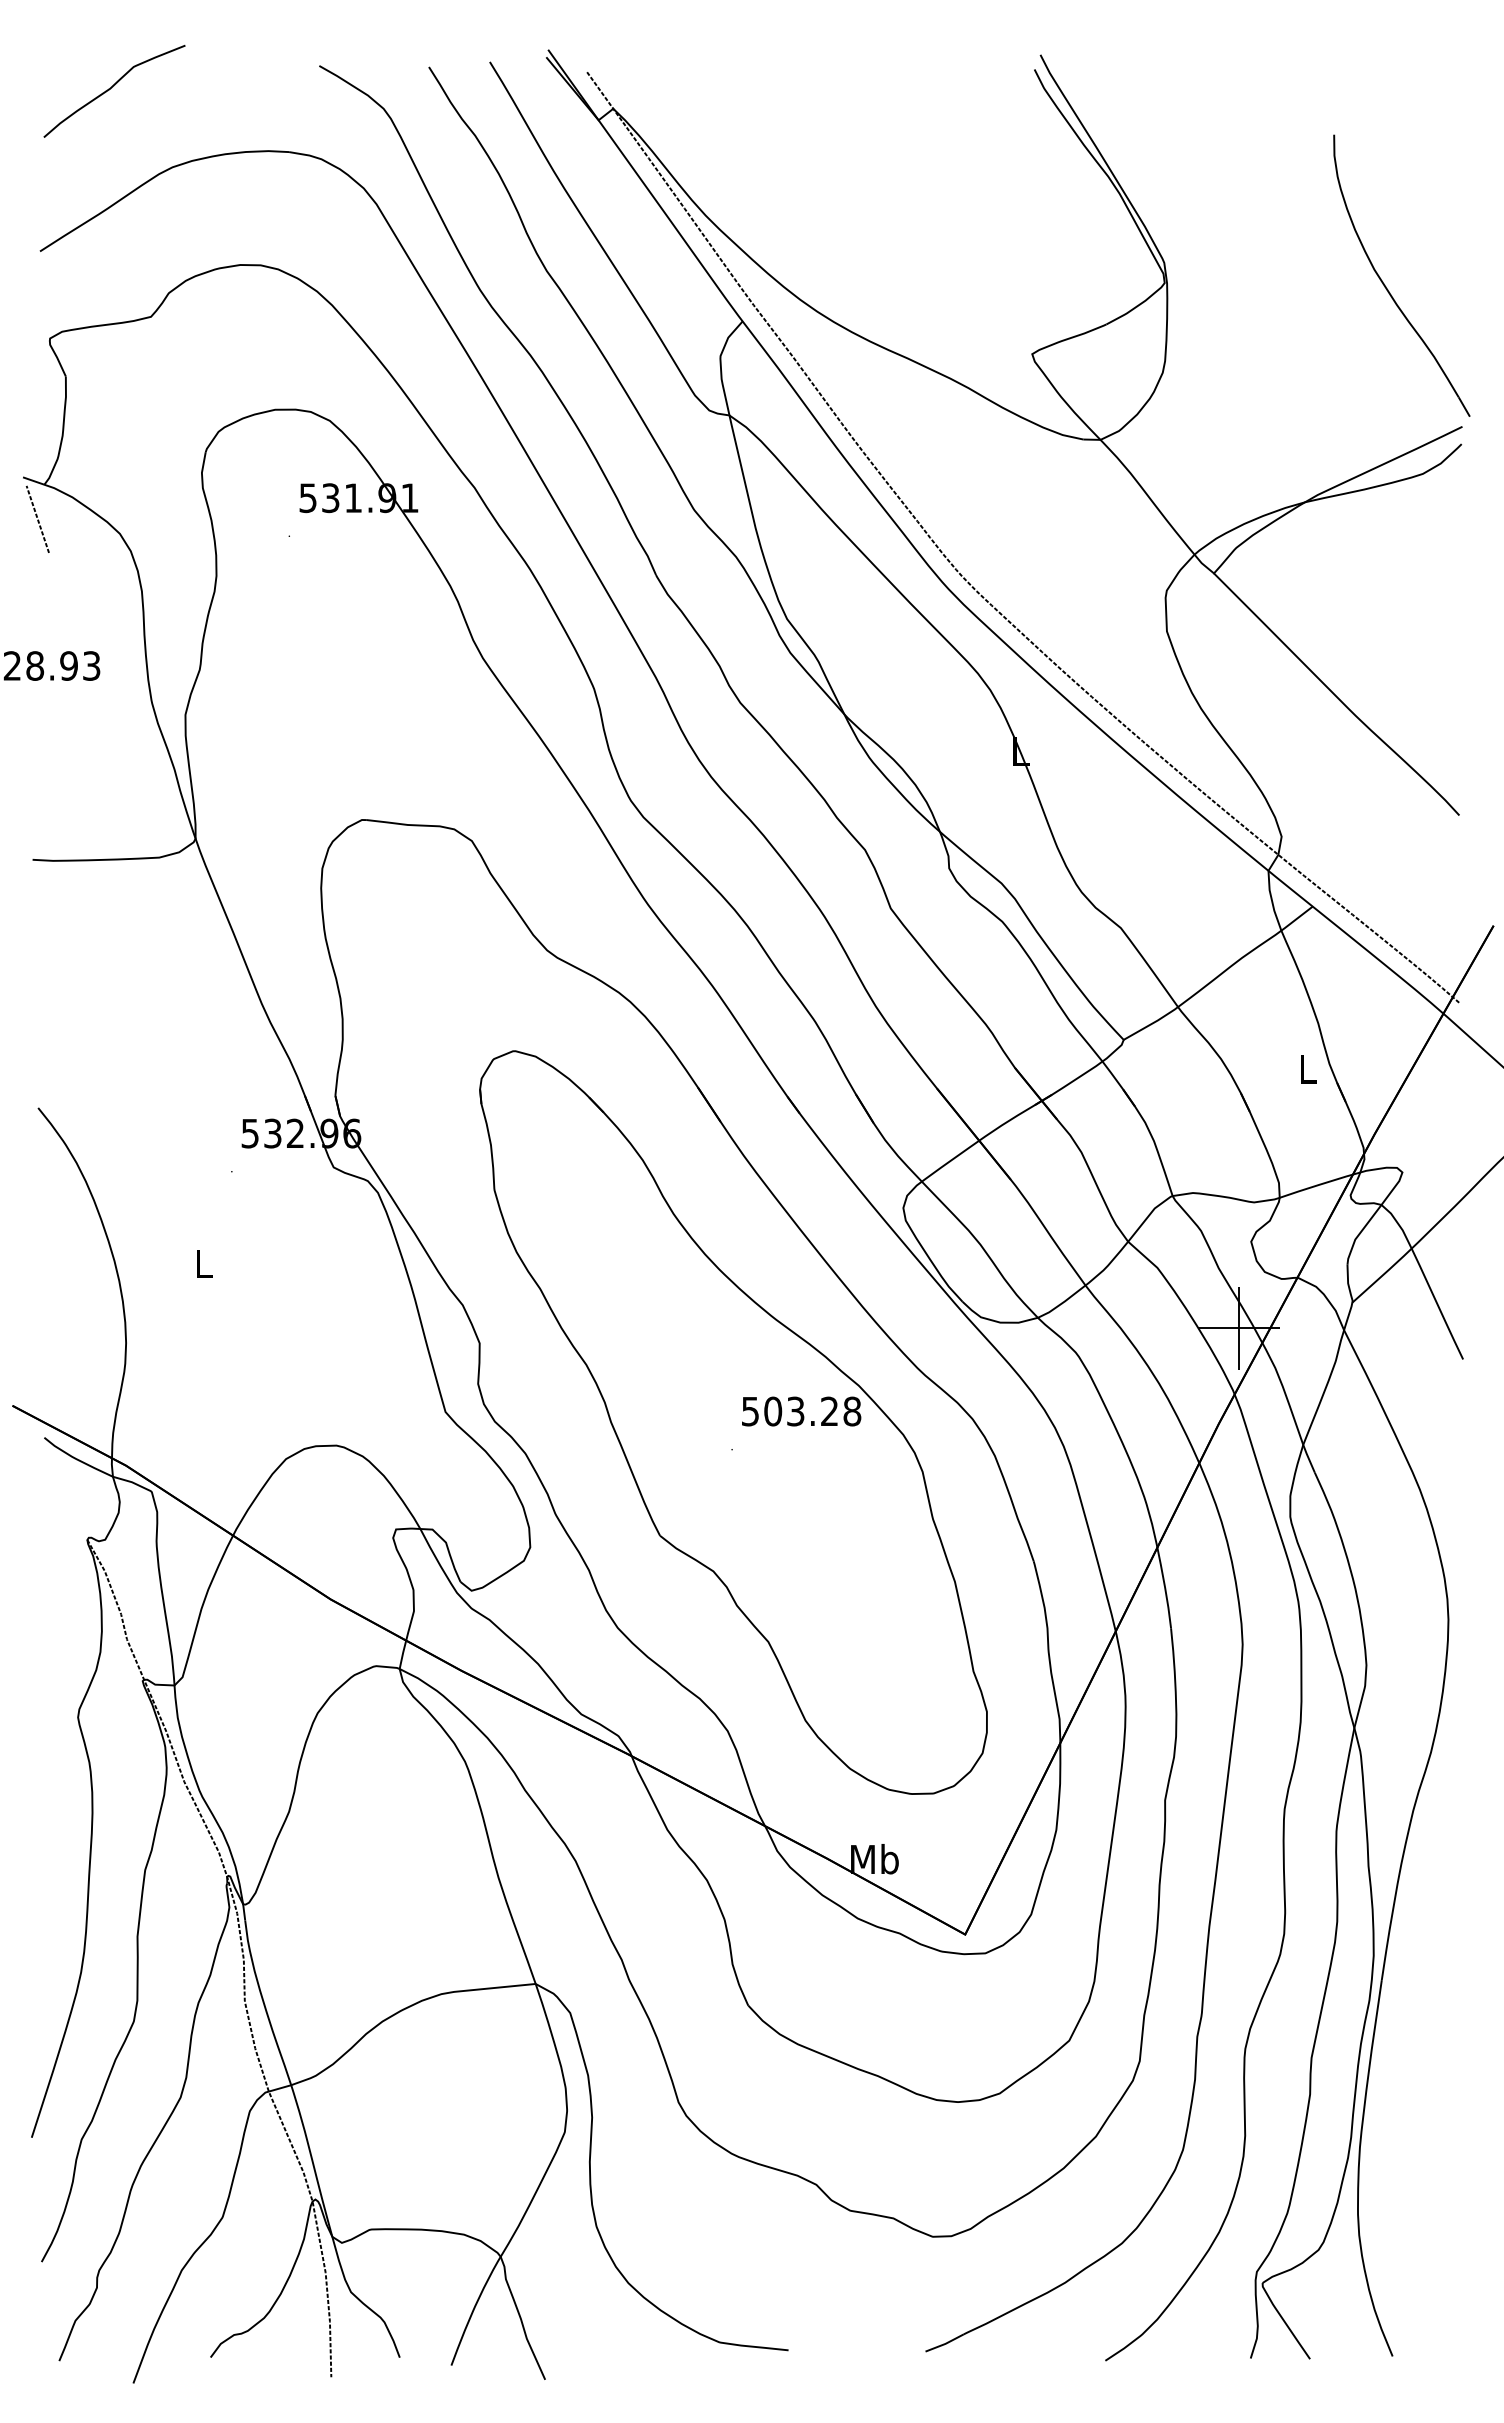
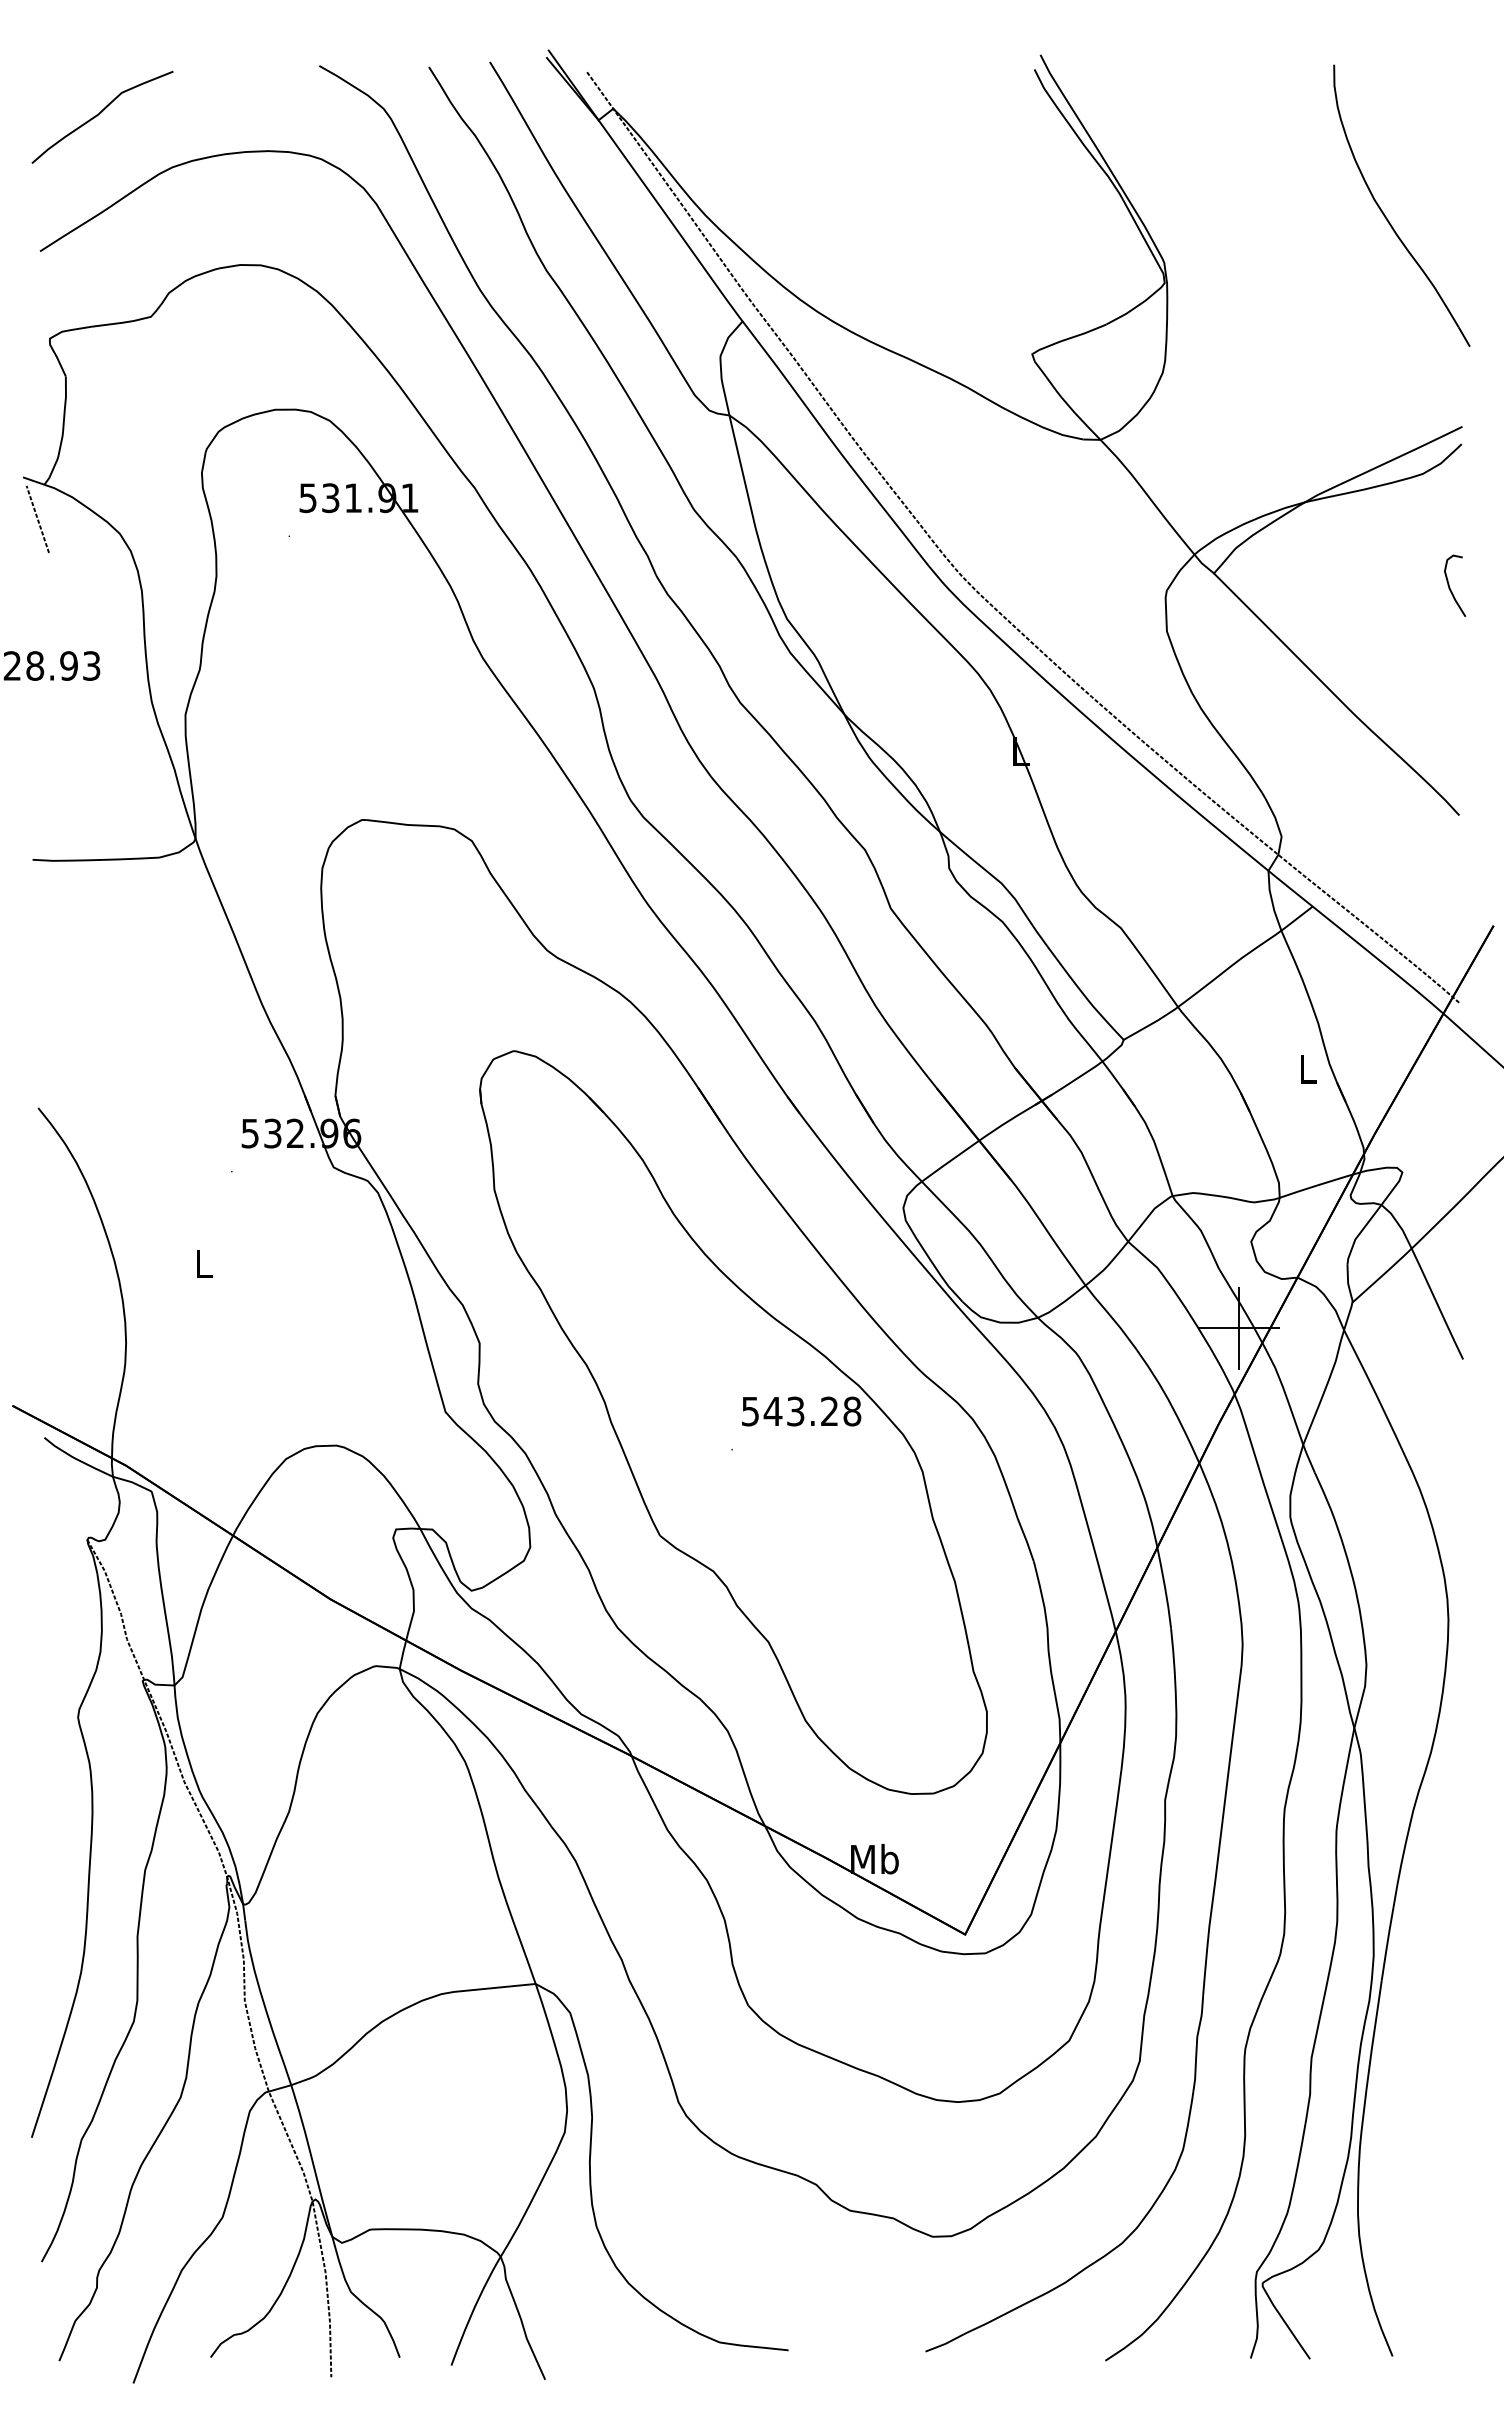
curve at (111, 88) position: (111, 88) -> (99, 114)
part at (1386, 286) position: (1386, 286) -> (1386, 216)
curve at (1450, 587): none -> present
text at (772, 1411): 503.28 -> 543.28
